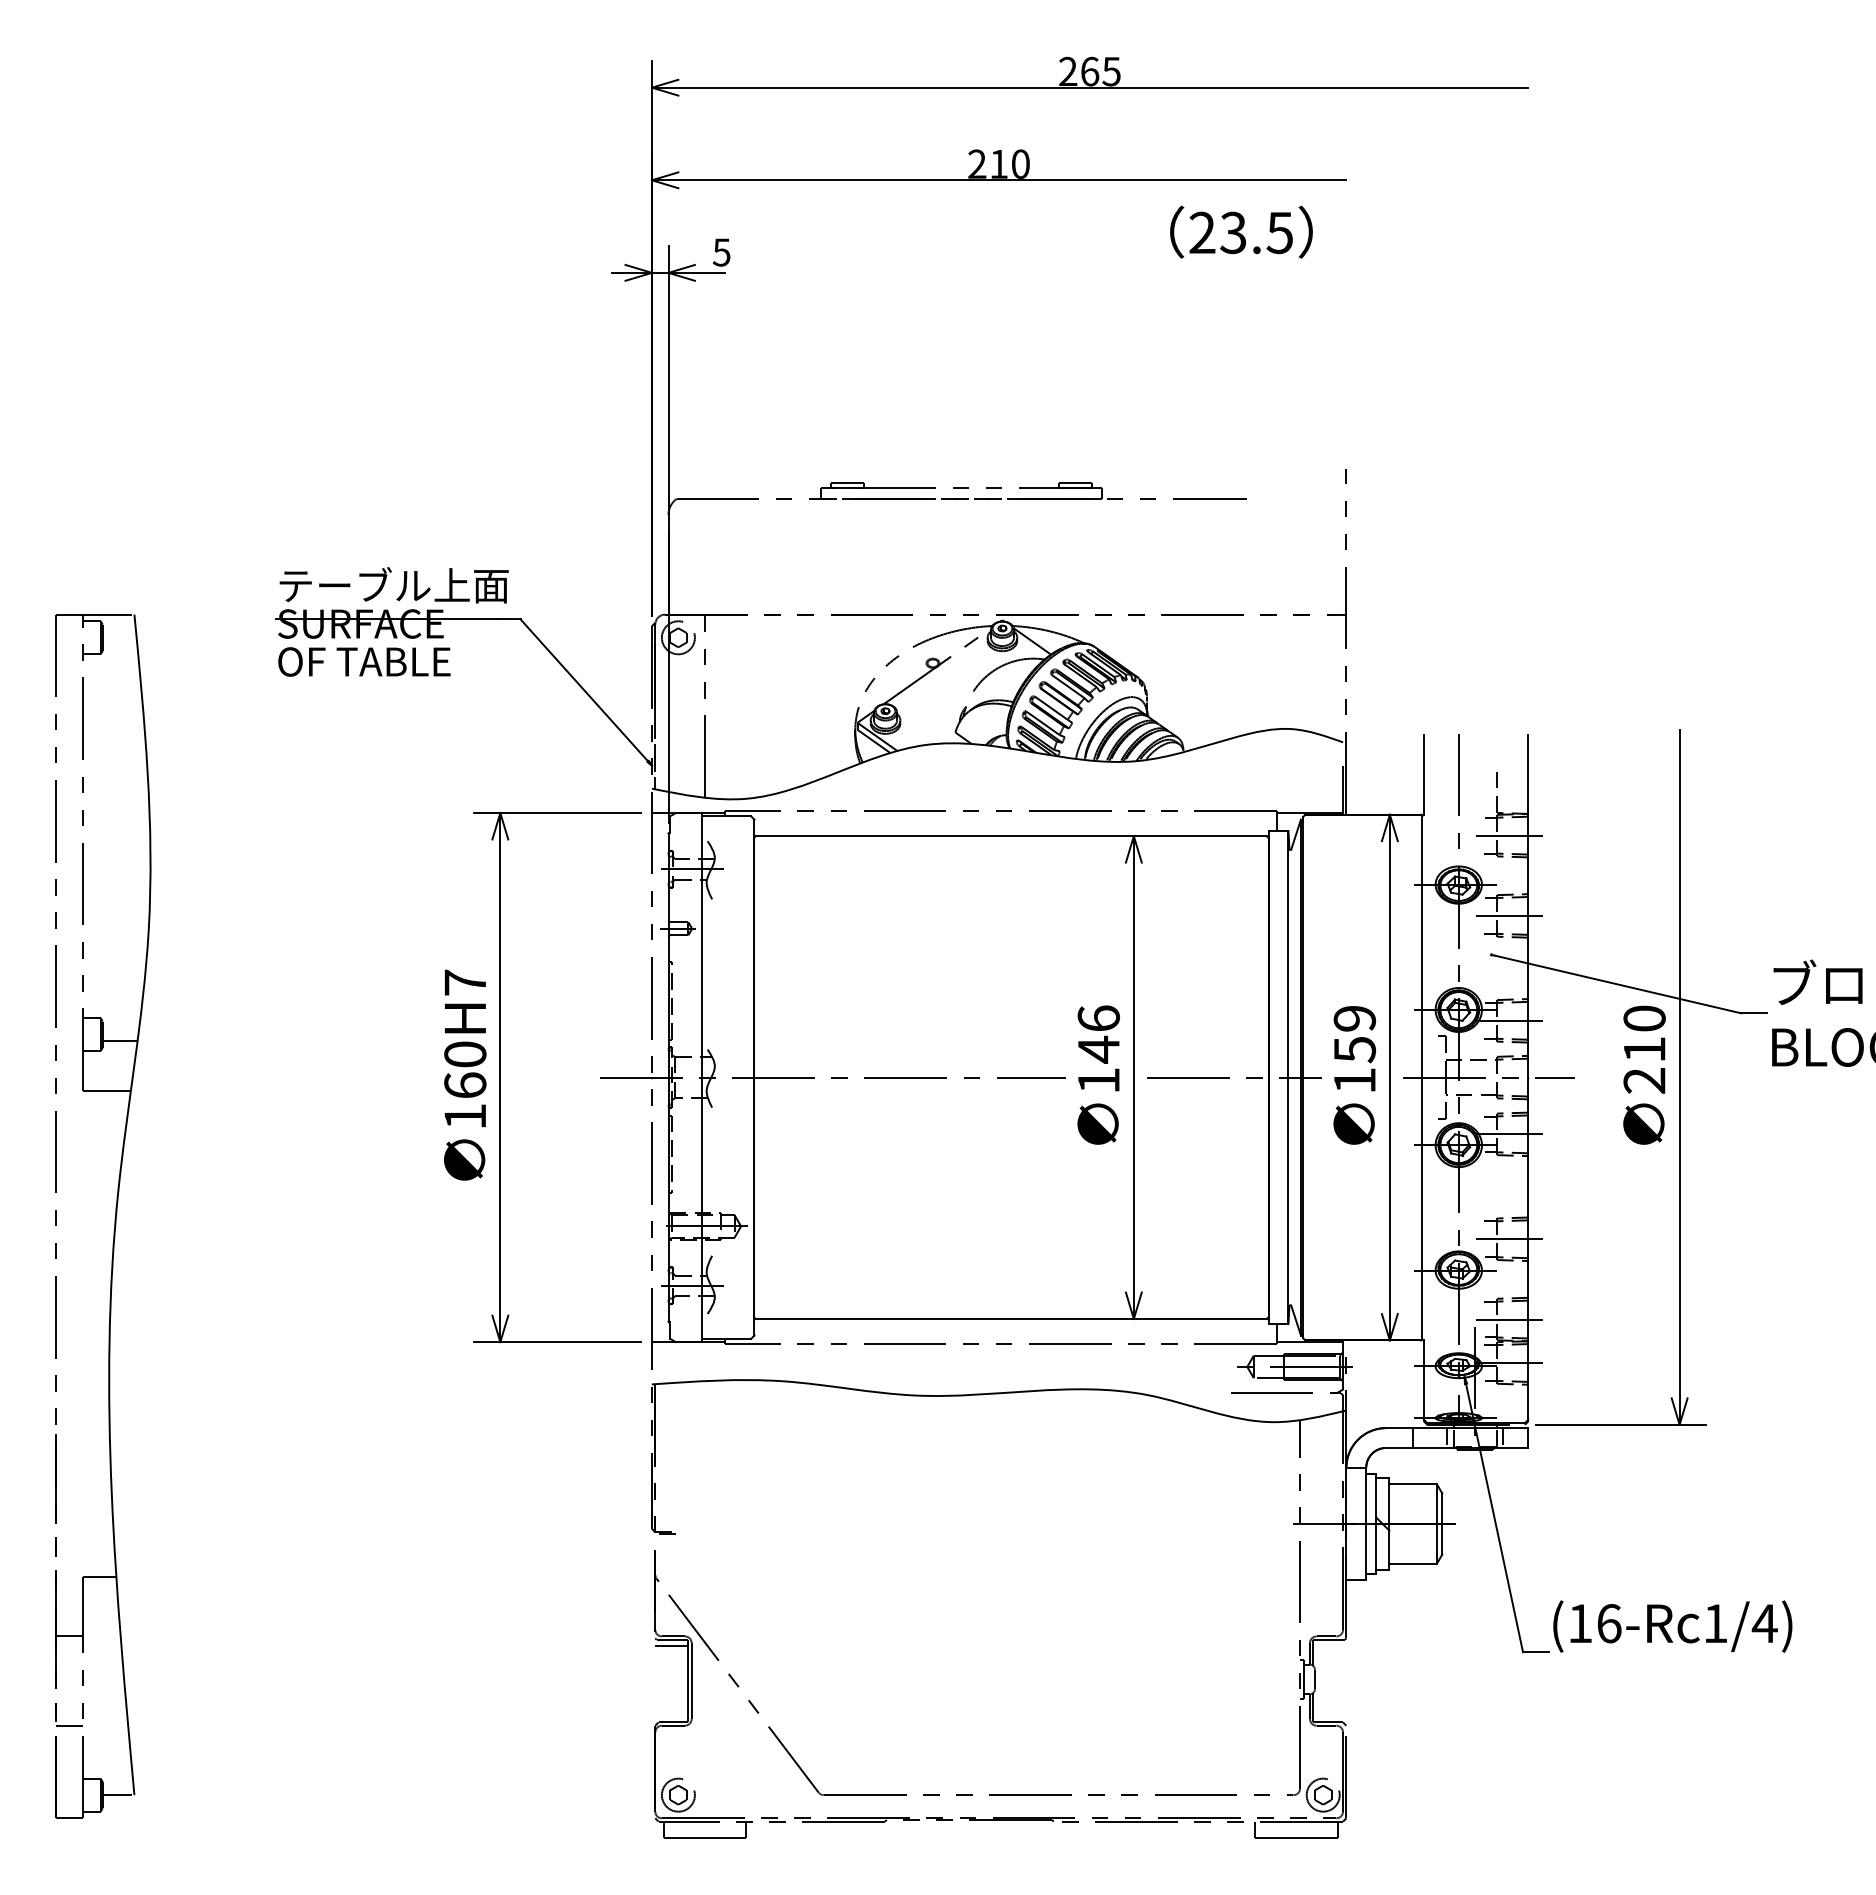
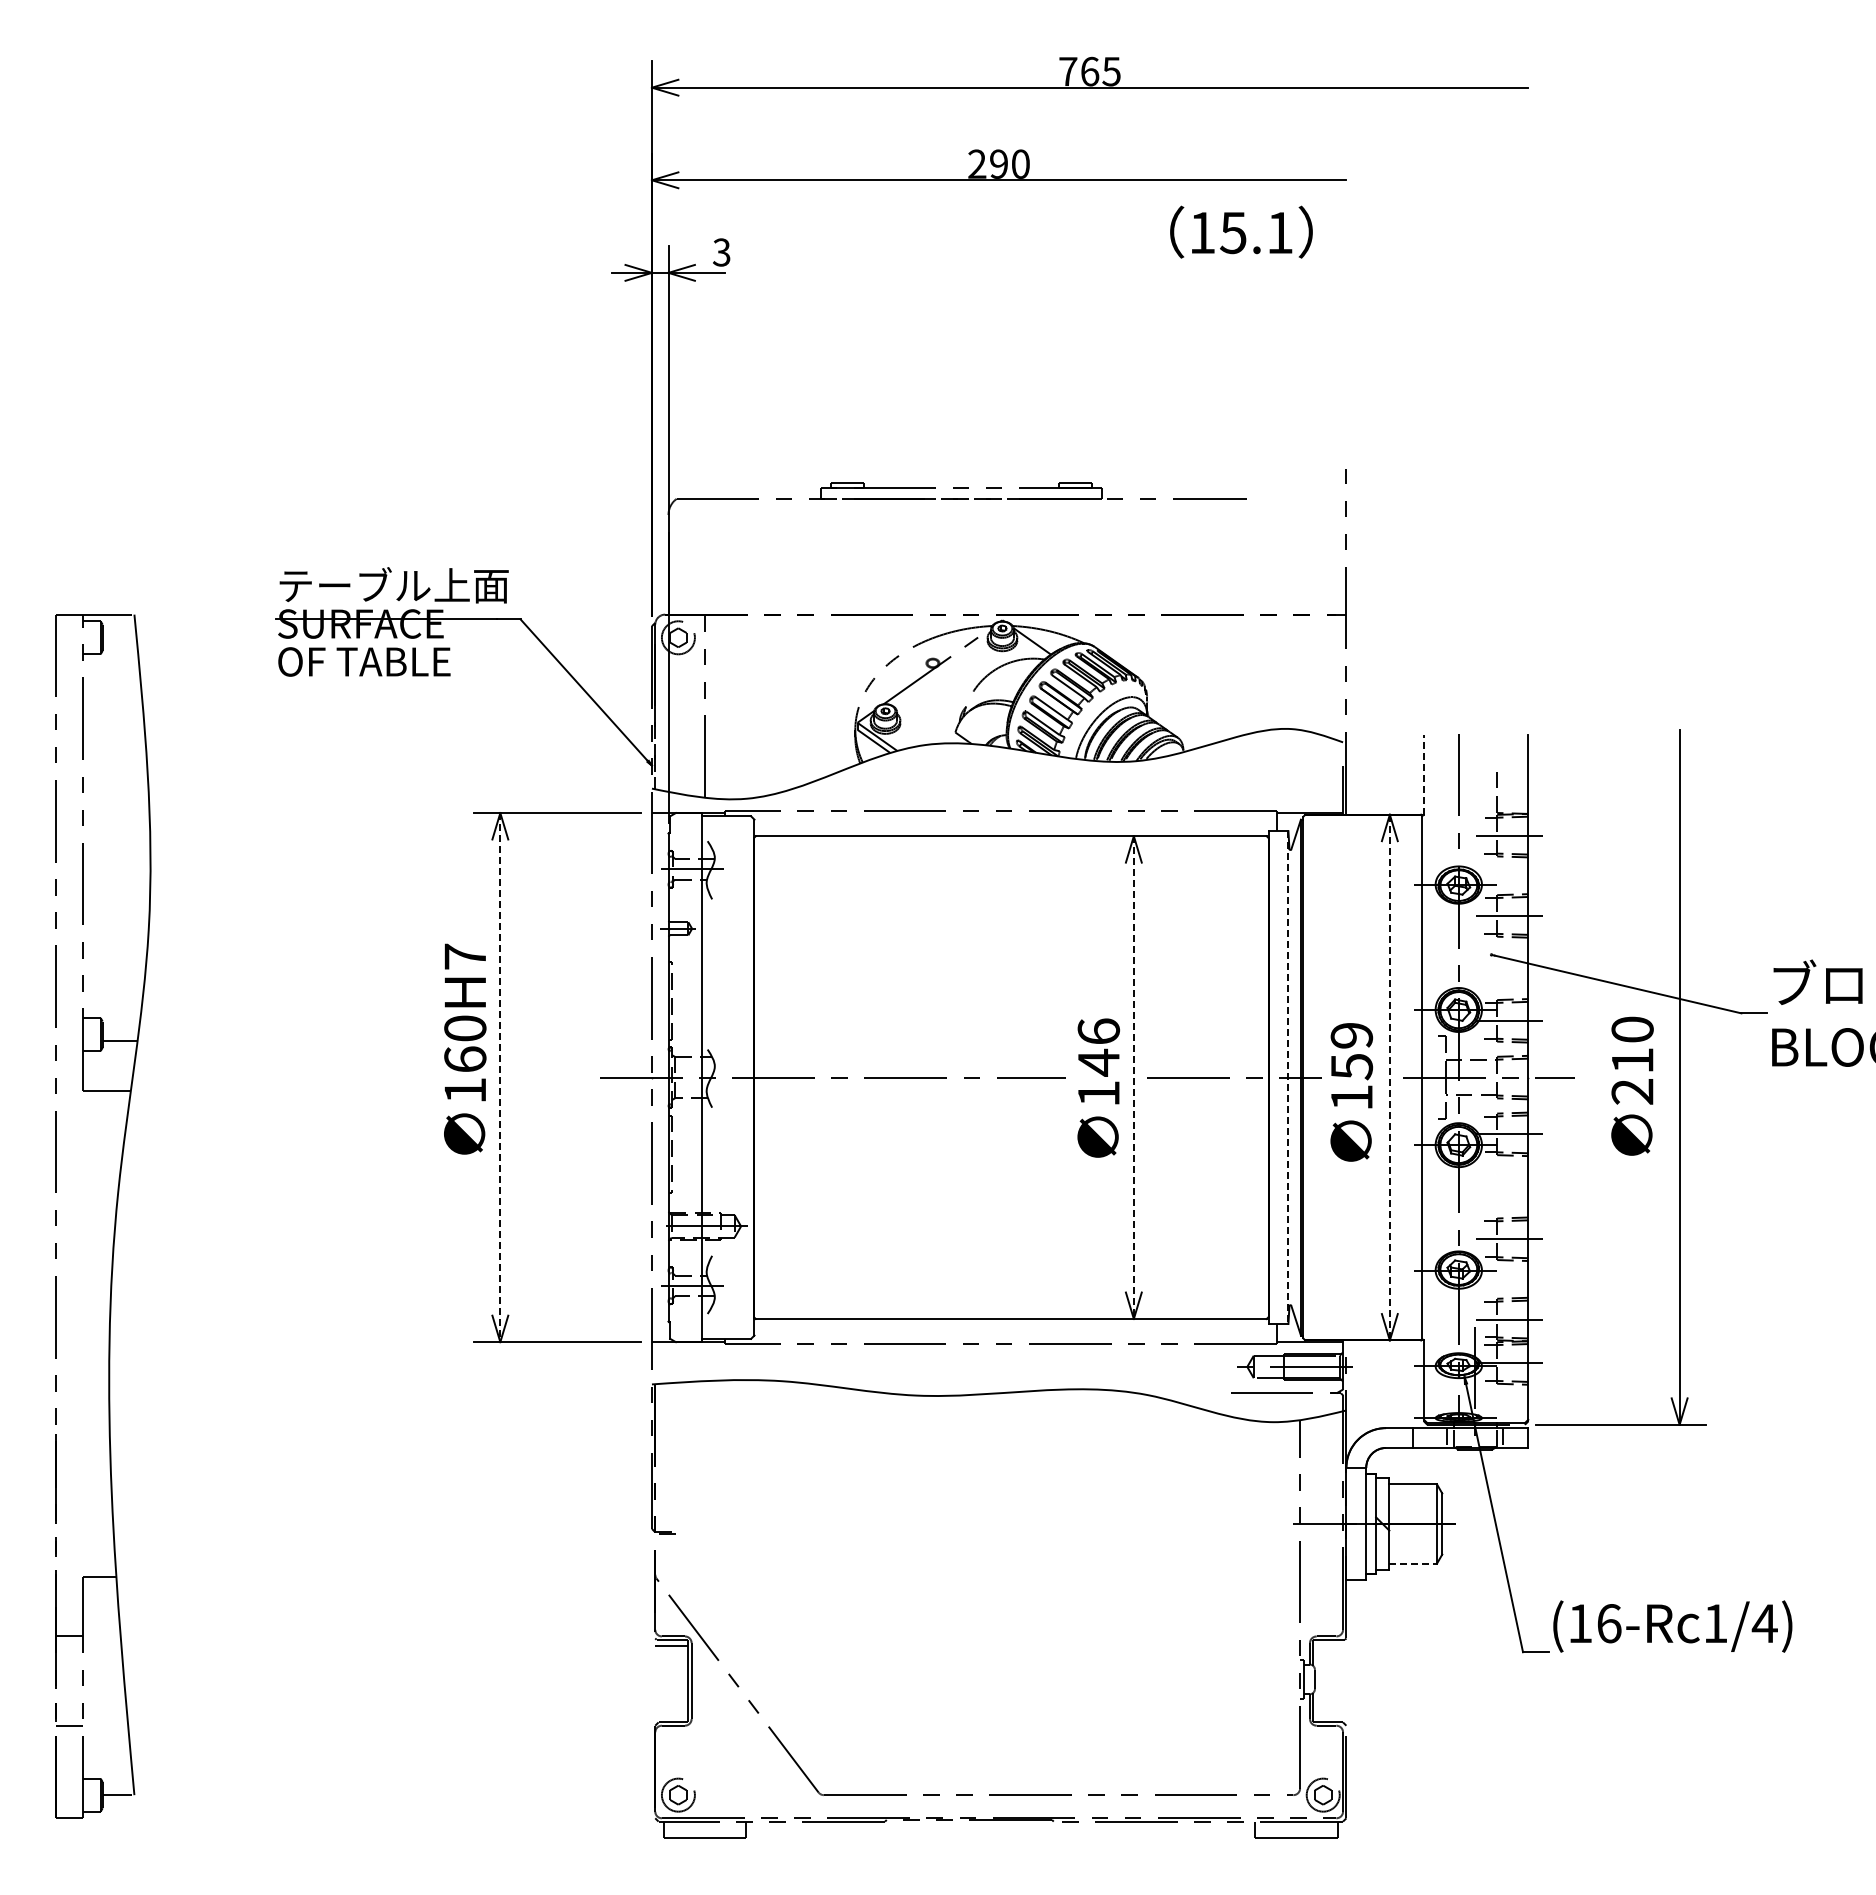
text at (1068, 70): 265 -> 765
text at (998, 163): 210 -> 290
text at (1240, 232): 23.5 -> 15.1
text at (721, 252): 5 -> 3
line at (1424, 775): solid -> dashed
text at (465, 1074) position: (465, 1074) -> (465, 1048)
text at (1098, 1074) position: (1098, 1074) -> (1098, 1087)
text at (1644, 1074) position: (1644, 1074) -> (1632, 1085)
text at (1354, 1075) position: (1354, 1075) -> (1351, 1092)
line at (500, 1077): solid -> dashed
line at (1389, 1077): solid -> dashed
line at (1133, 1078): solid -> dashed
line at (1288, 1078): solid -> dashed
line at (1413, 1563): solid -> dashed
